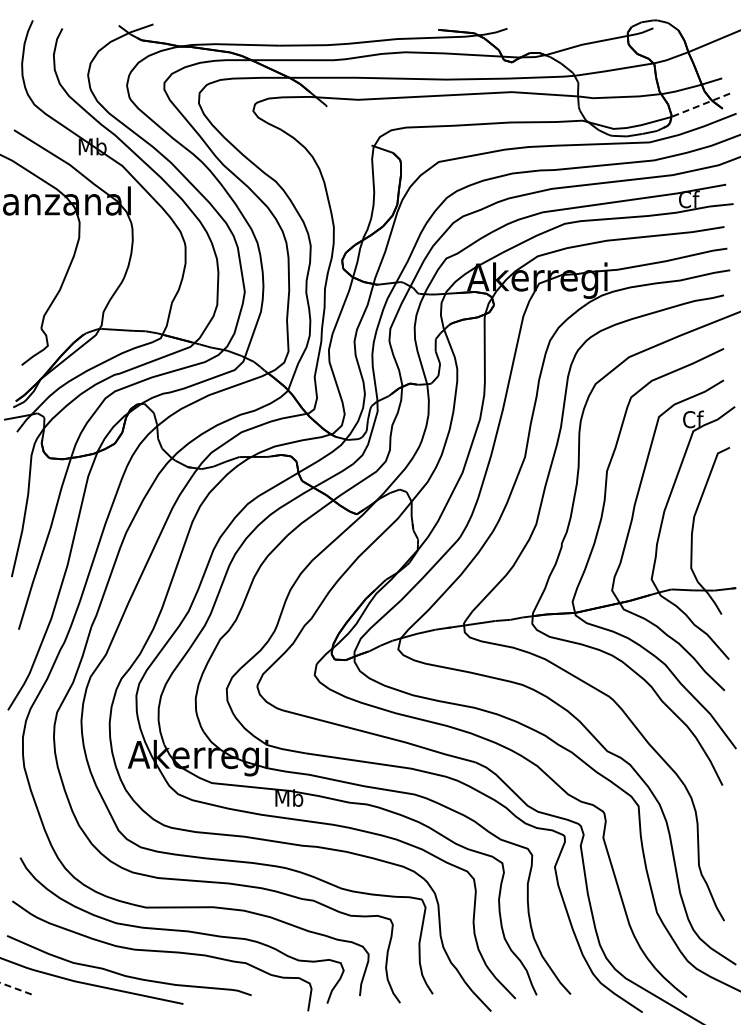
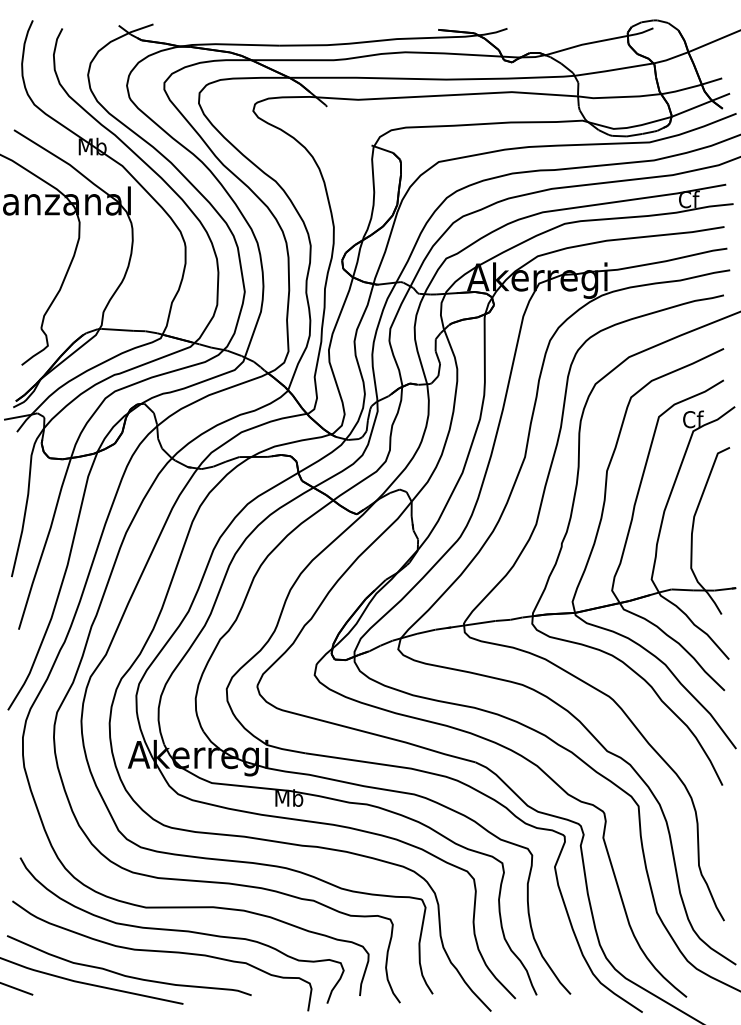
line at (700, 105): dashed -> solid
line at (17, 989): dashed -> solid
